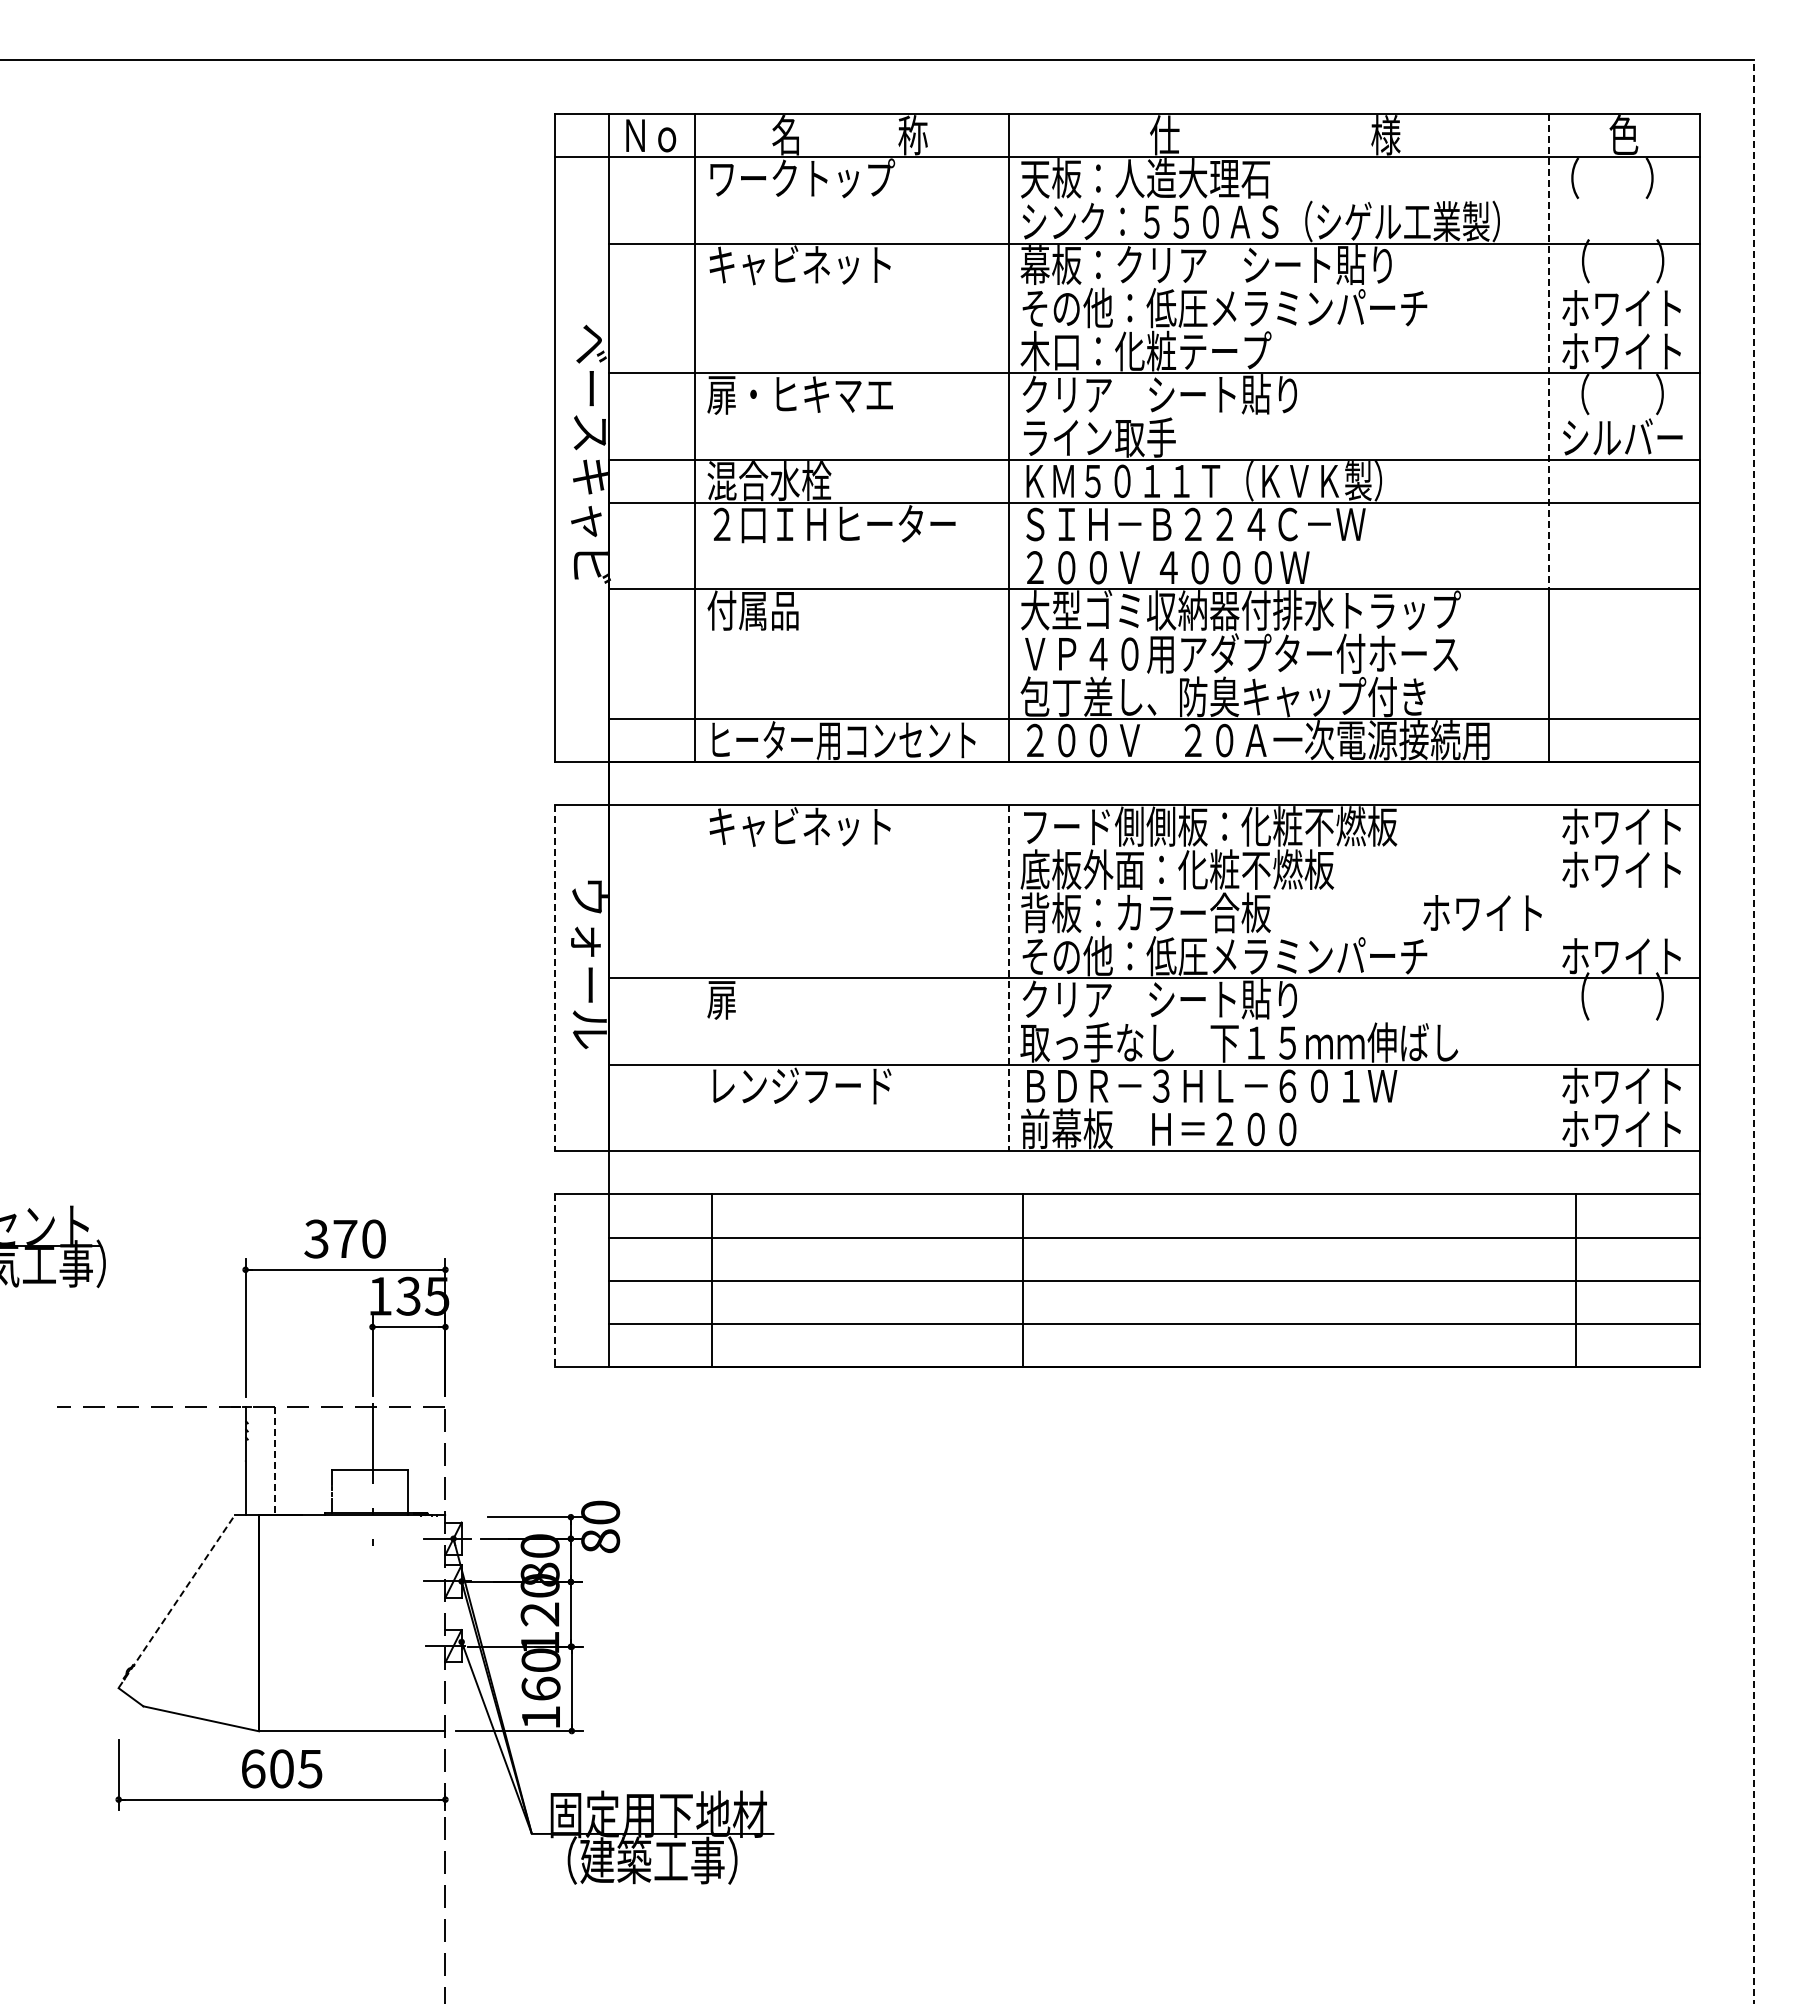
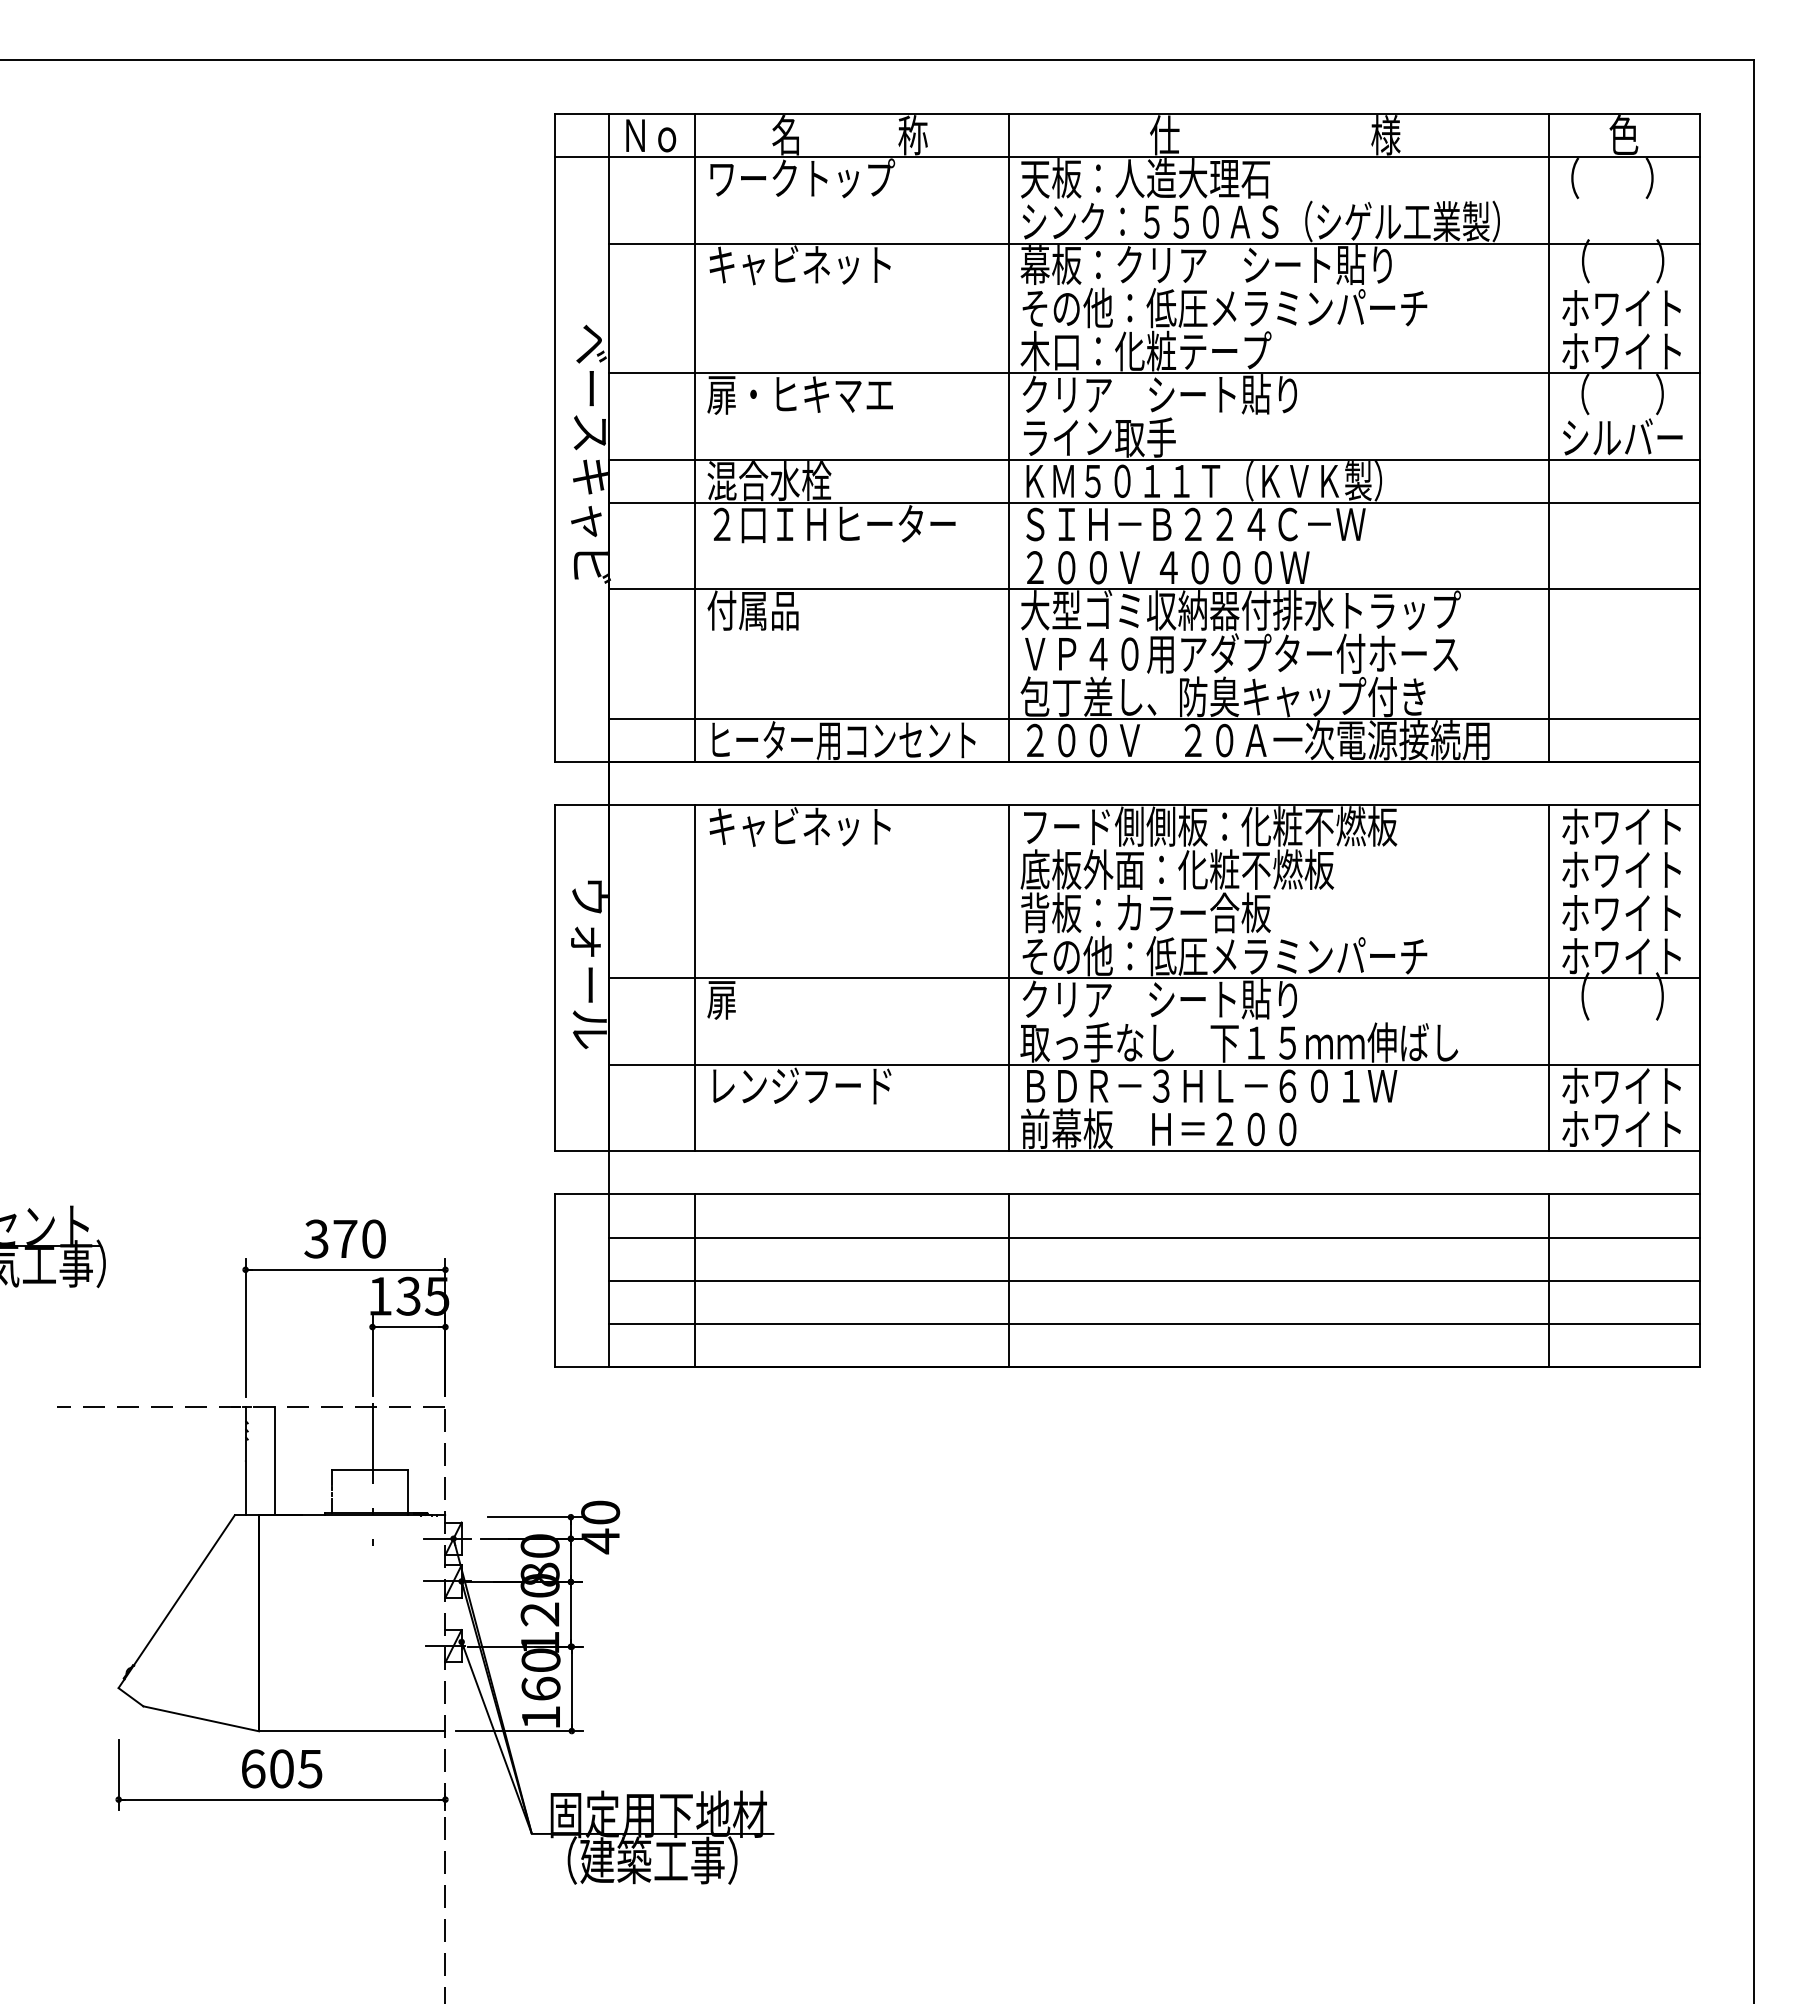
line at (1548, 351): dashed -> solid
text at (1482, 912) position: (1482, 912) -> (1621, 912)
line at (554, 978): dashed -> solid
line at (695, 978): none -> present
line at (1008, 978): dashed -> solid
line at (1548, 978): none -> present
line at (1753, 1031): dashed -> solid
line at (712, 1280) position: (712, 1280) -> (695, 1280)
line at (1022, 1280) position: (1022, 1280) -> (1008, 1280)
line at (1575, 1280) position: (1575, 1280) -> (1548, 1280)
line at (554, 1281): dashed -> solid
line at (275, 1461): dashed -> solid
text at (600, 1541): 80 -> 40
line at (176, 1601): dashed -> solid
